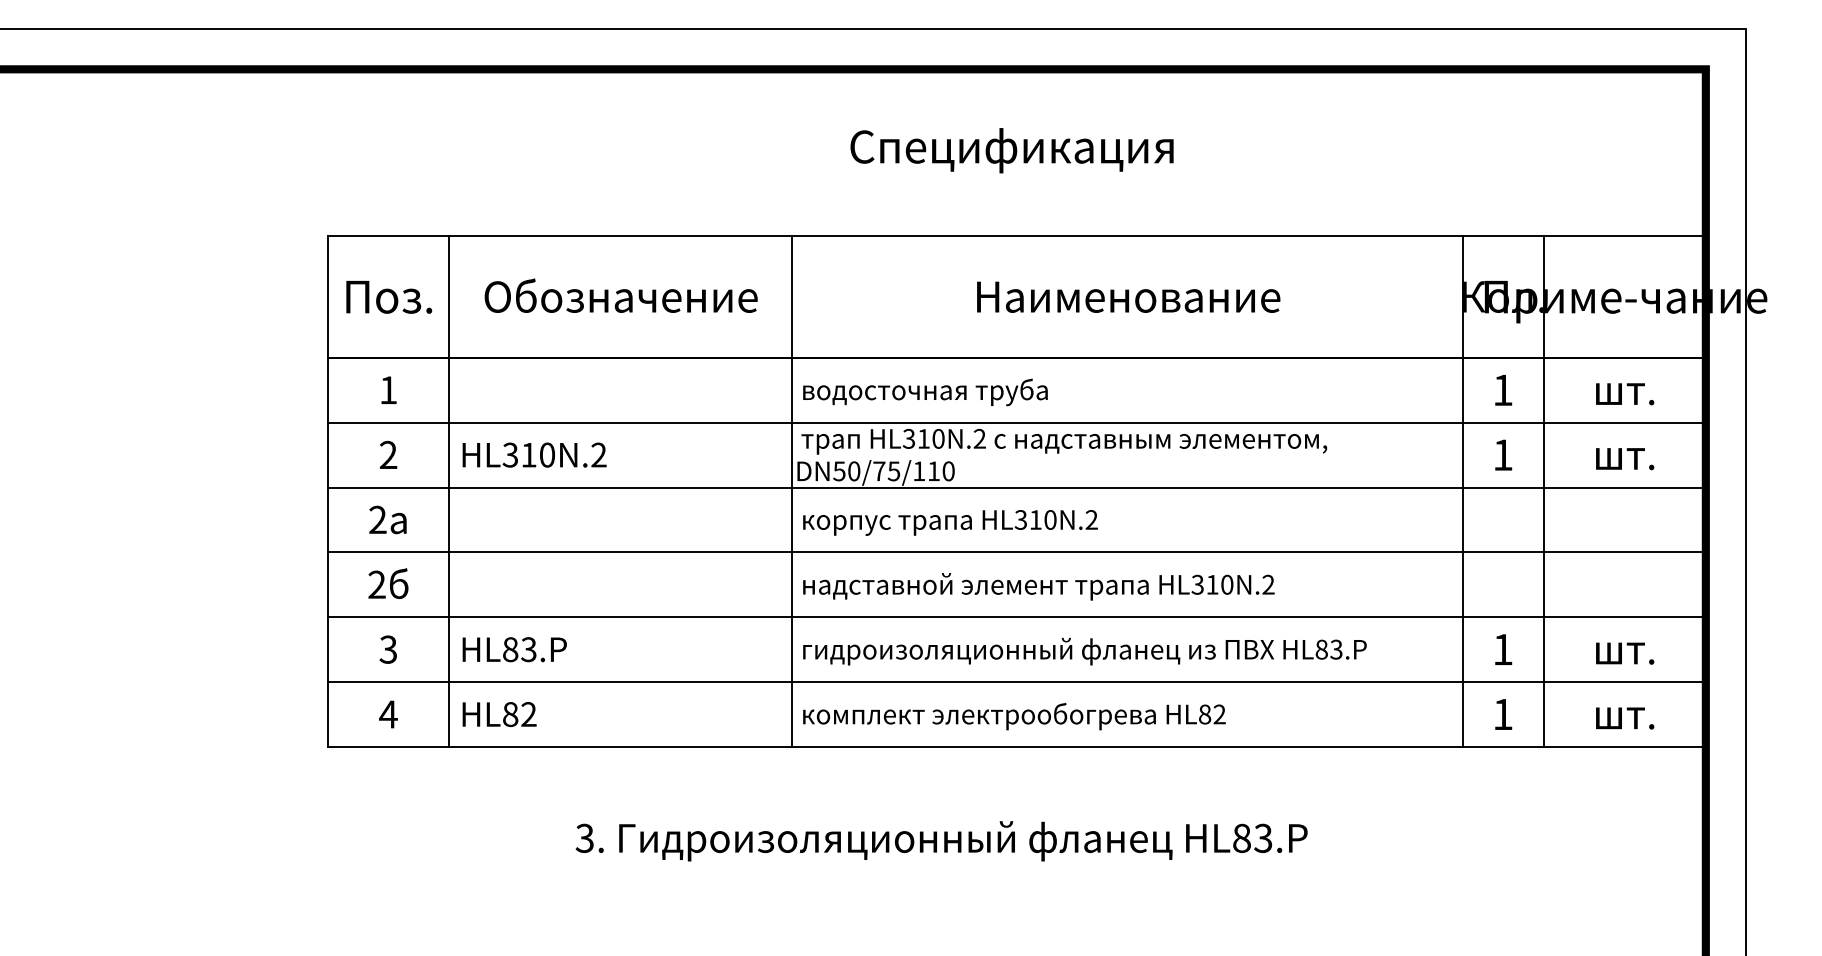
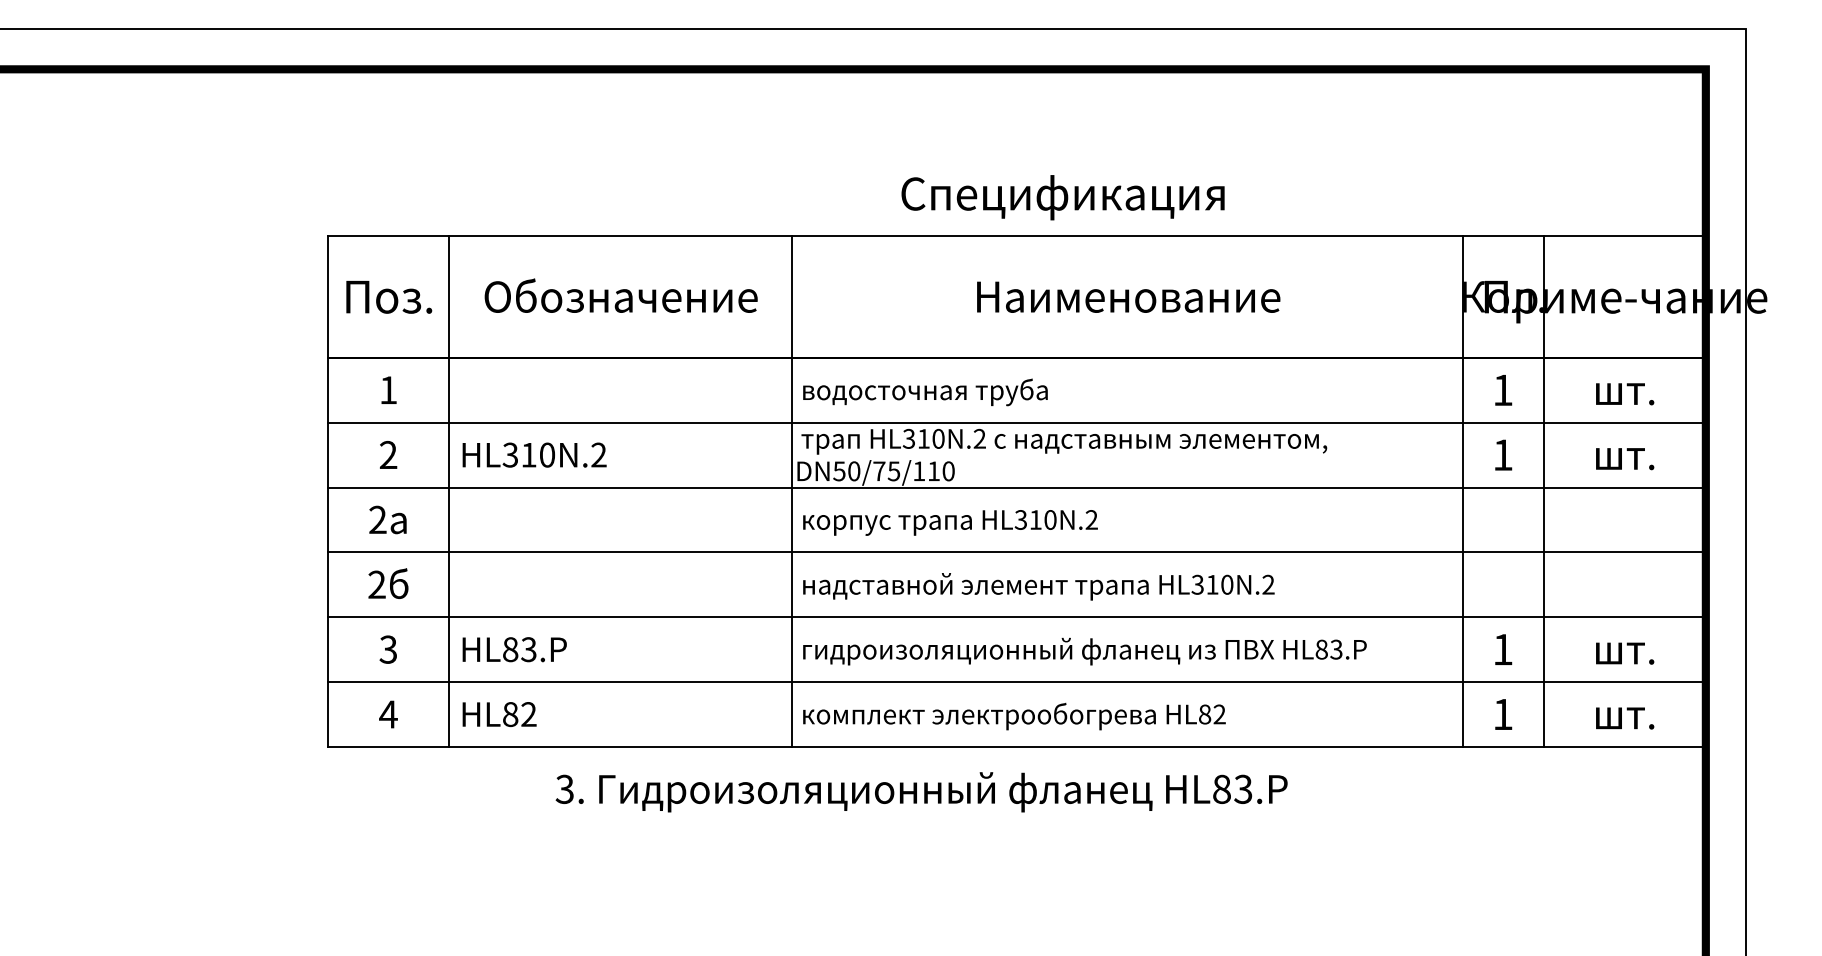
text at (1011, 150) position: (1011, 150) -> (1062, 197)
text at (941, 841) position: (941, 841) -> (921, 792)
